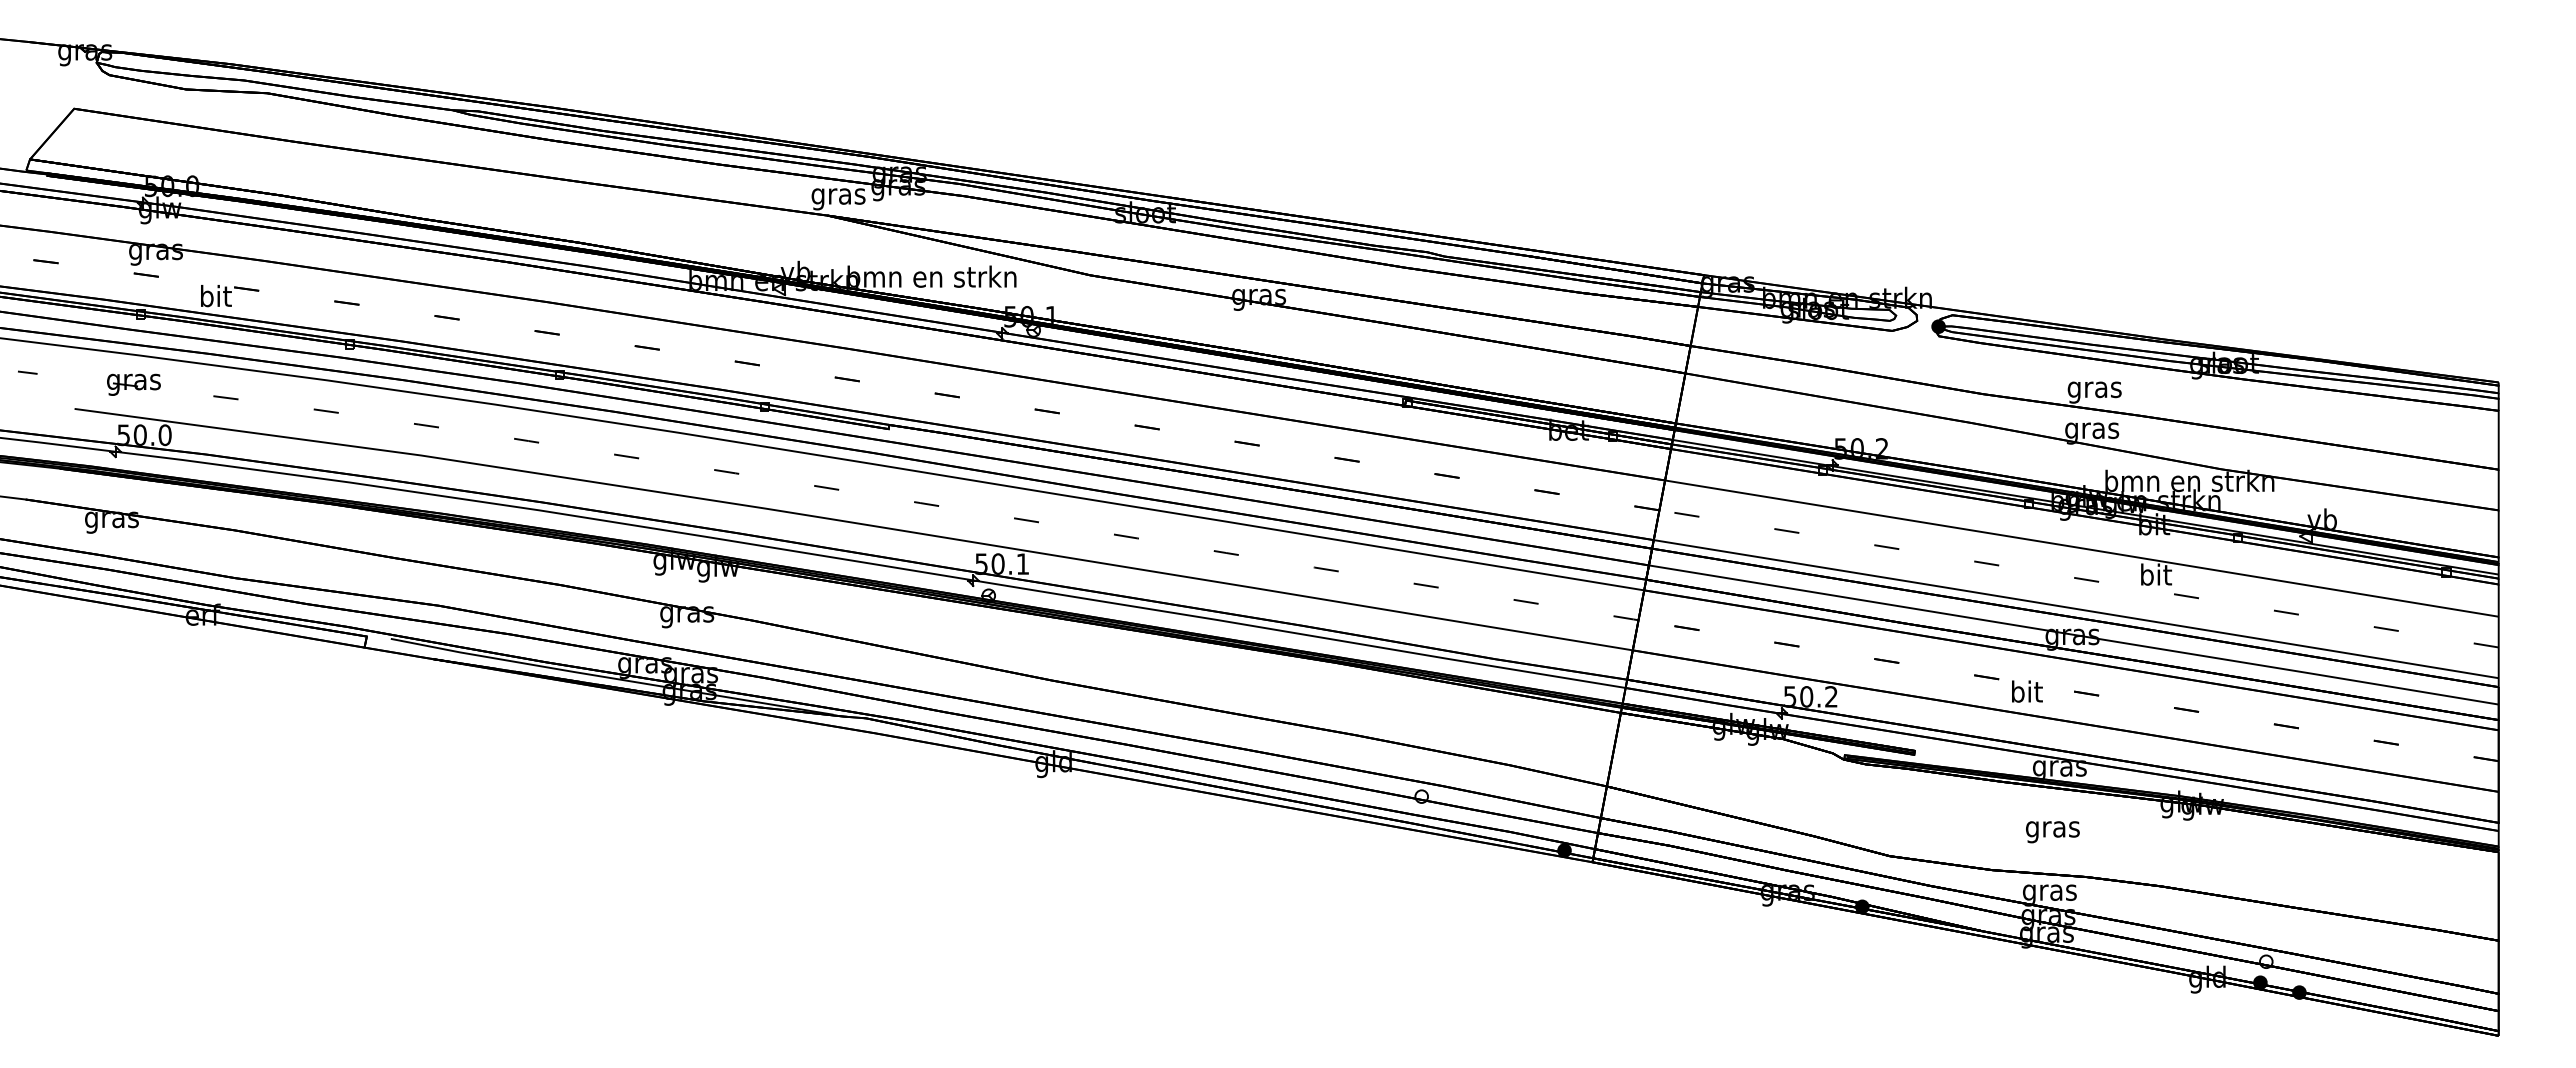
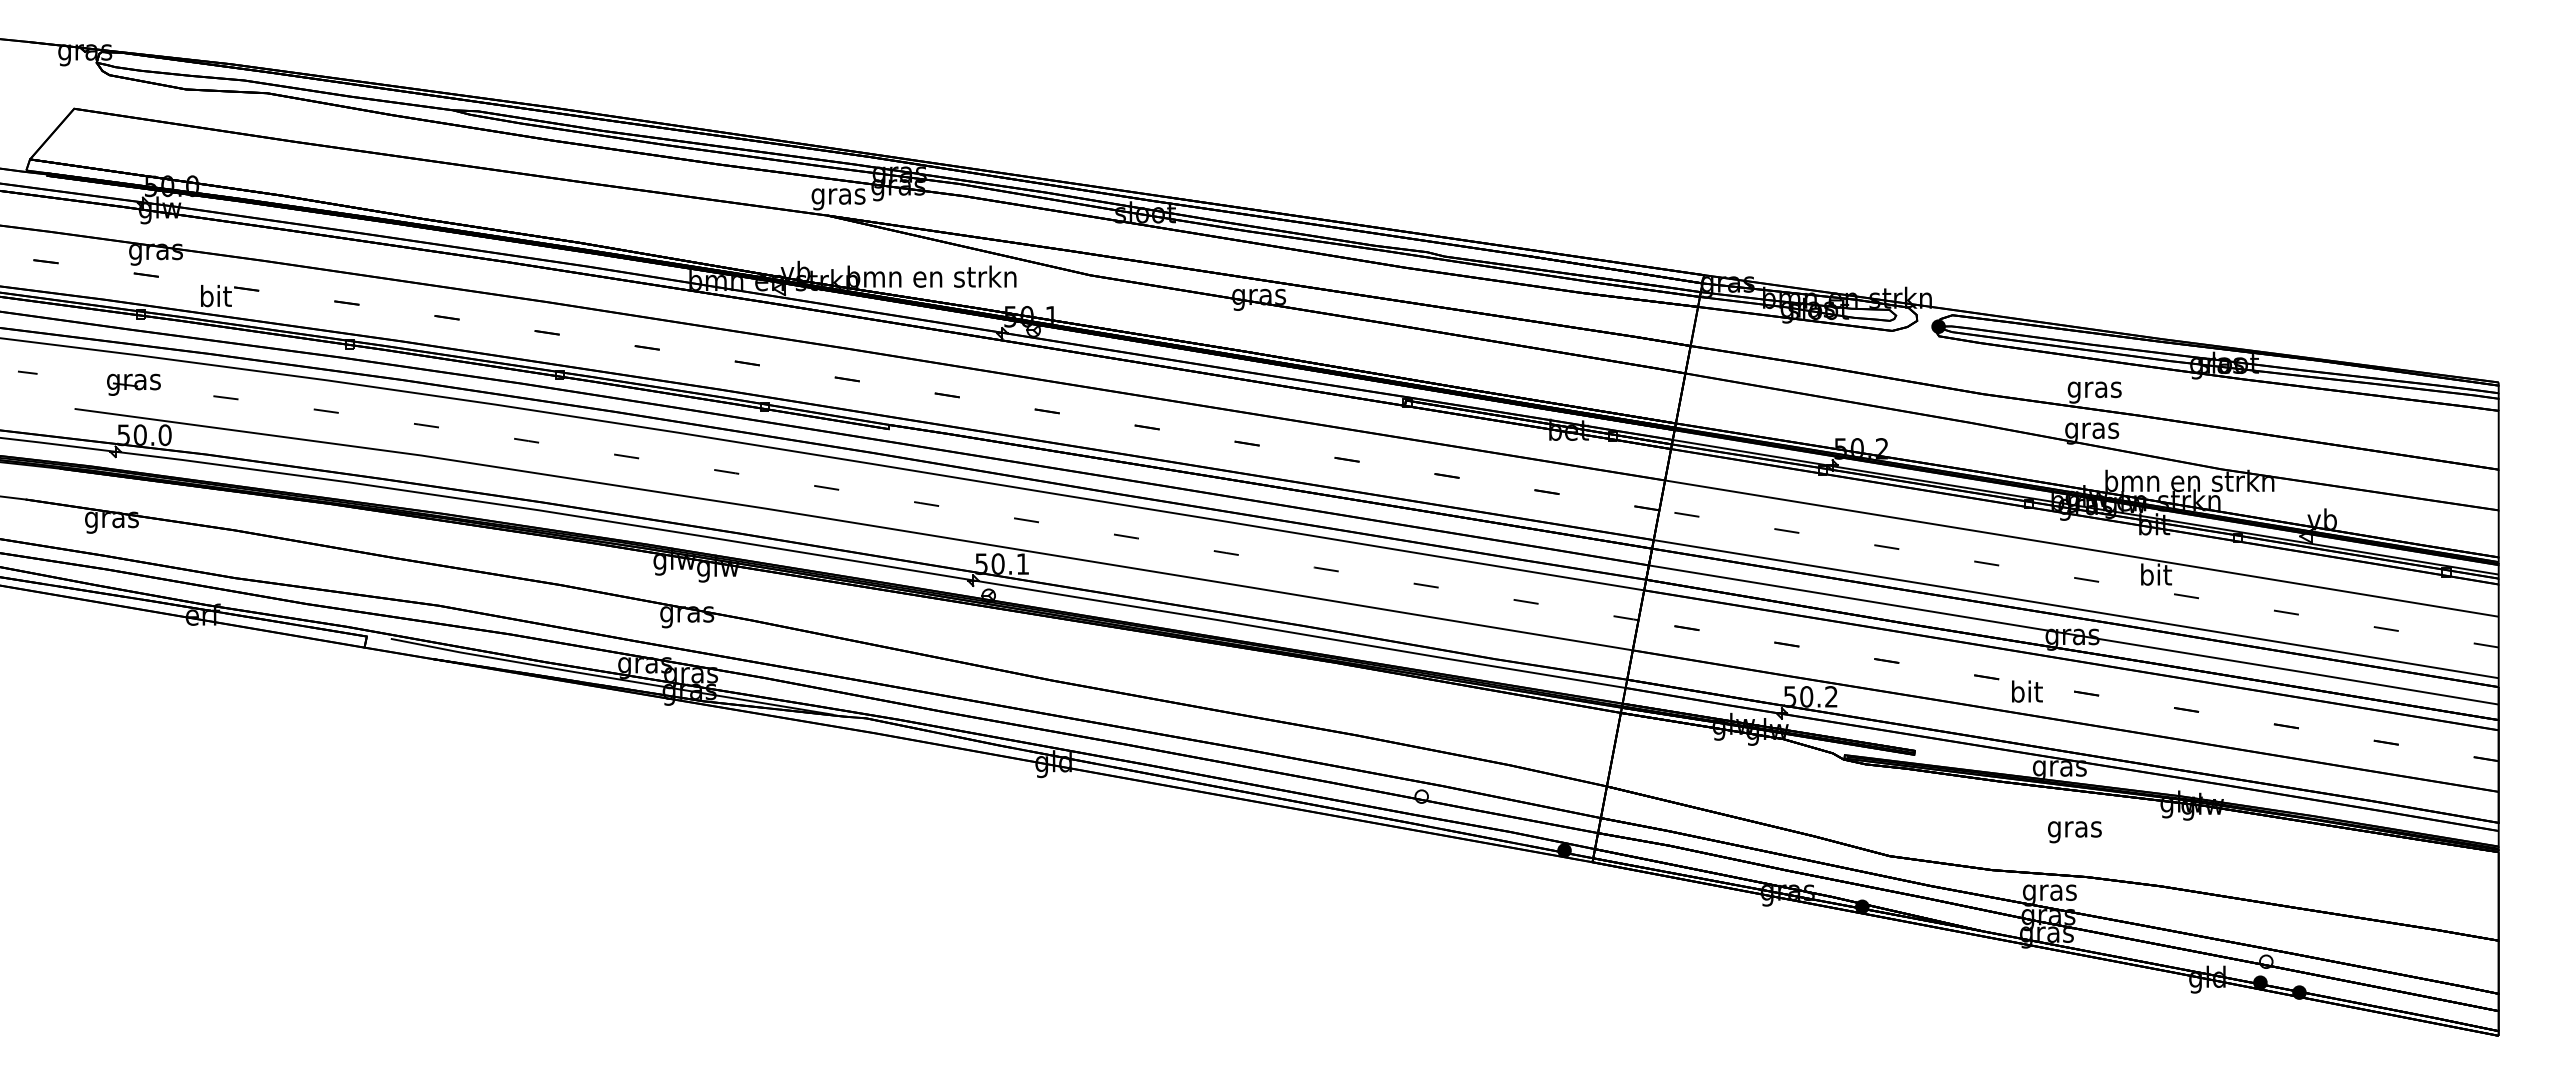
text at (2052, 832) position: (2052, 832) -> (2074, 832)
